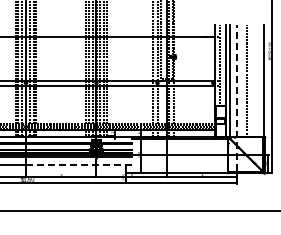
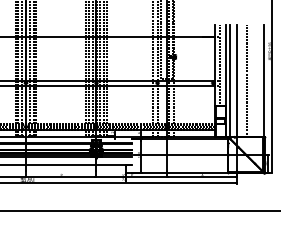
line at (237, 98): dashed -> solid
line at (78, 164): dashed -> solid
